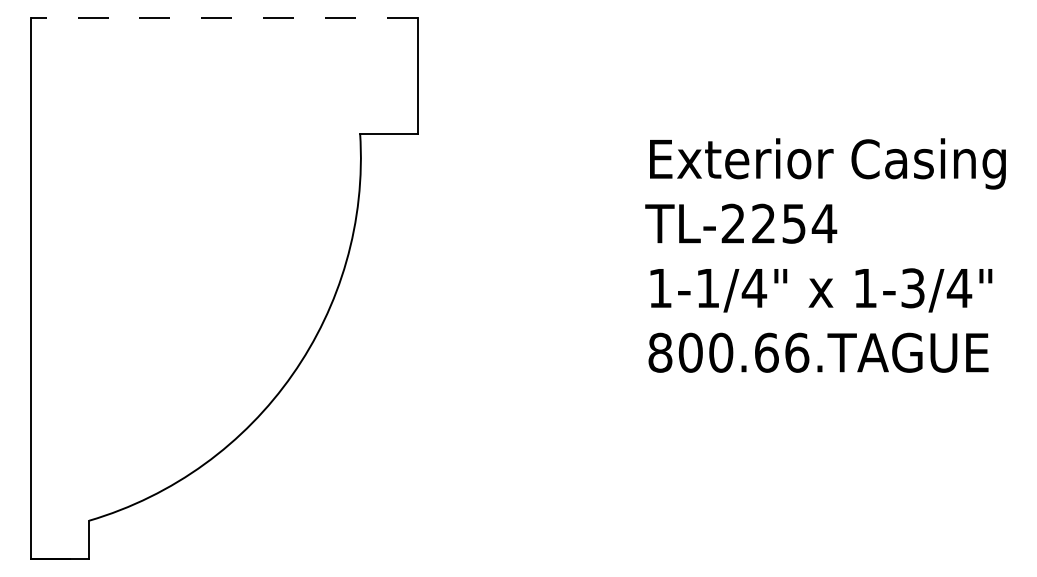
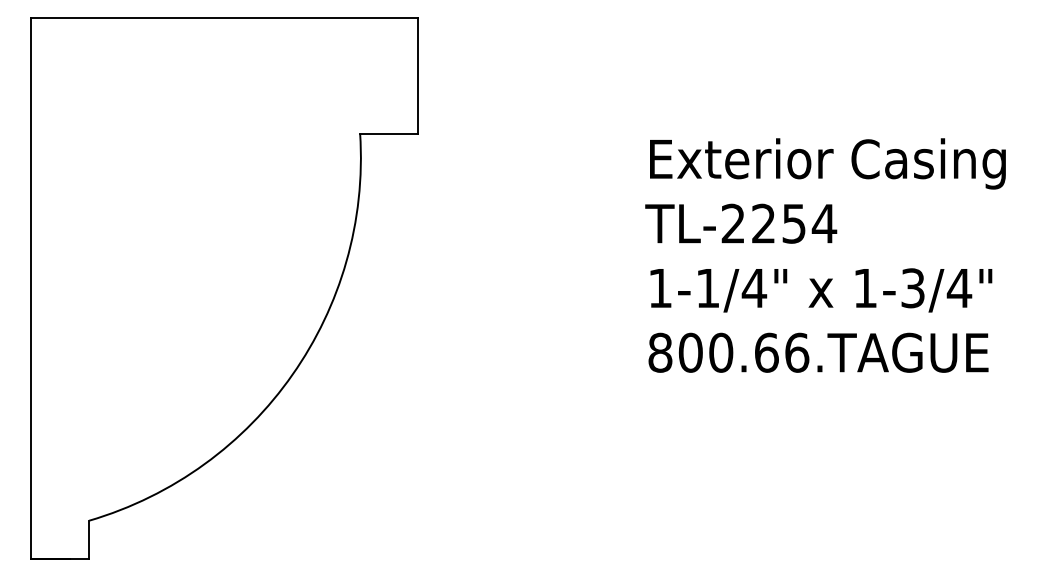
line at (224, 17): dashed -> solid
